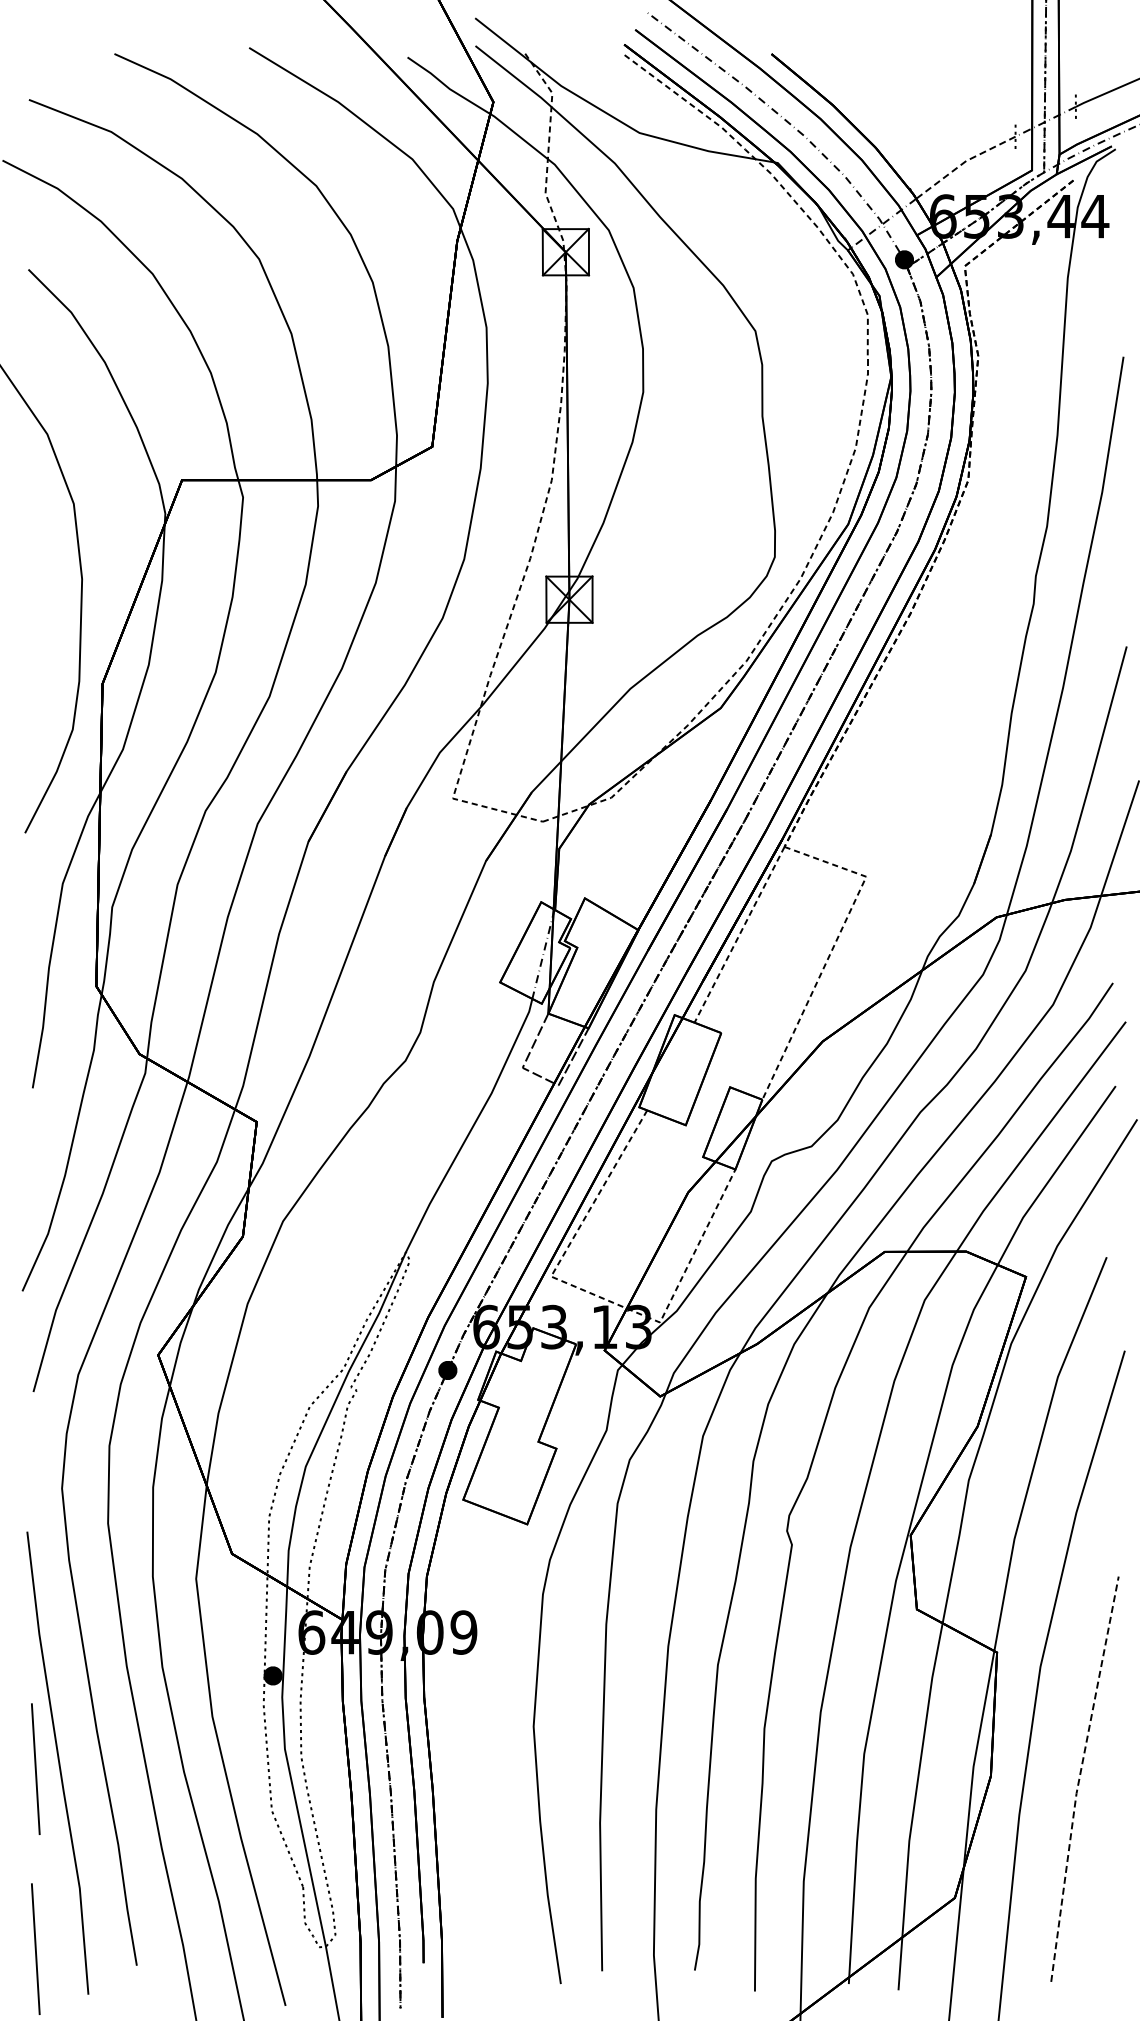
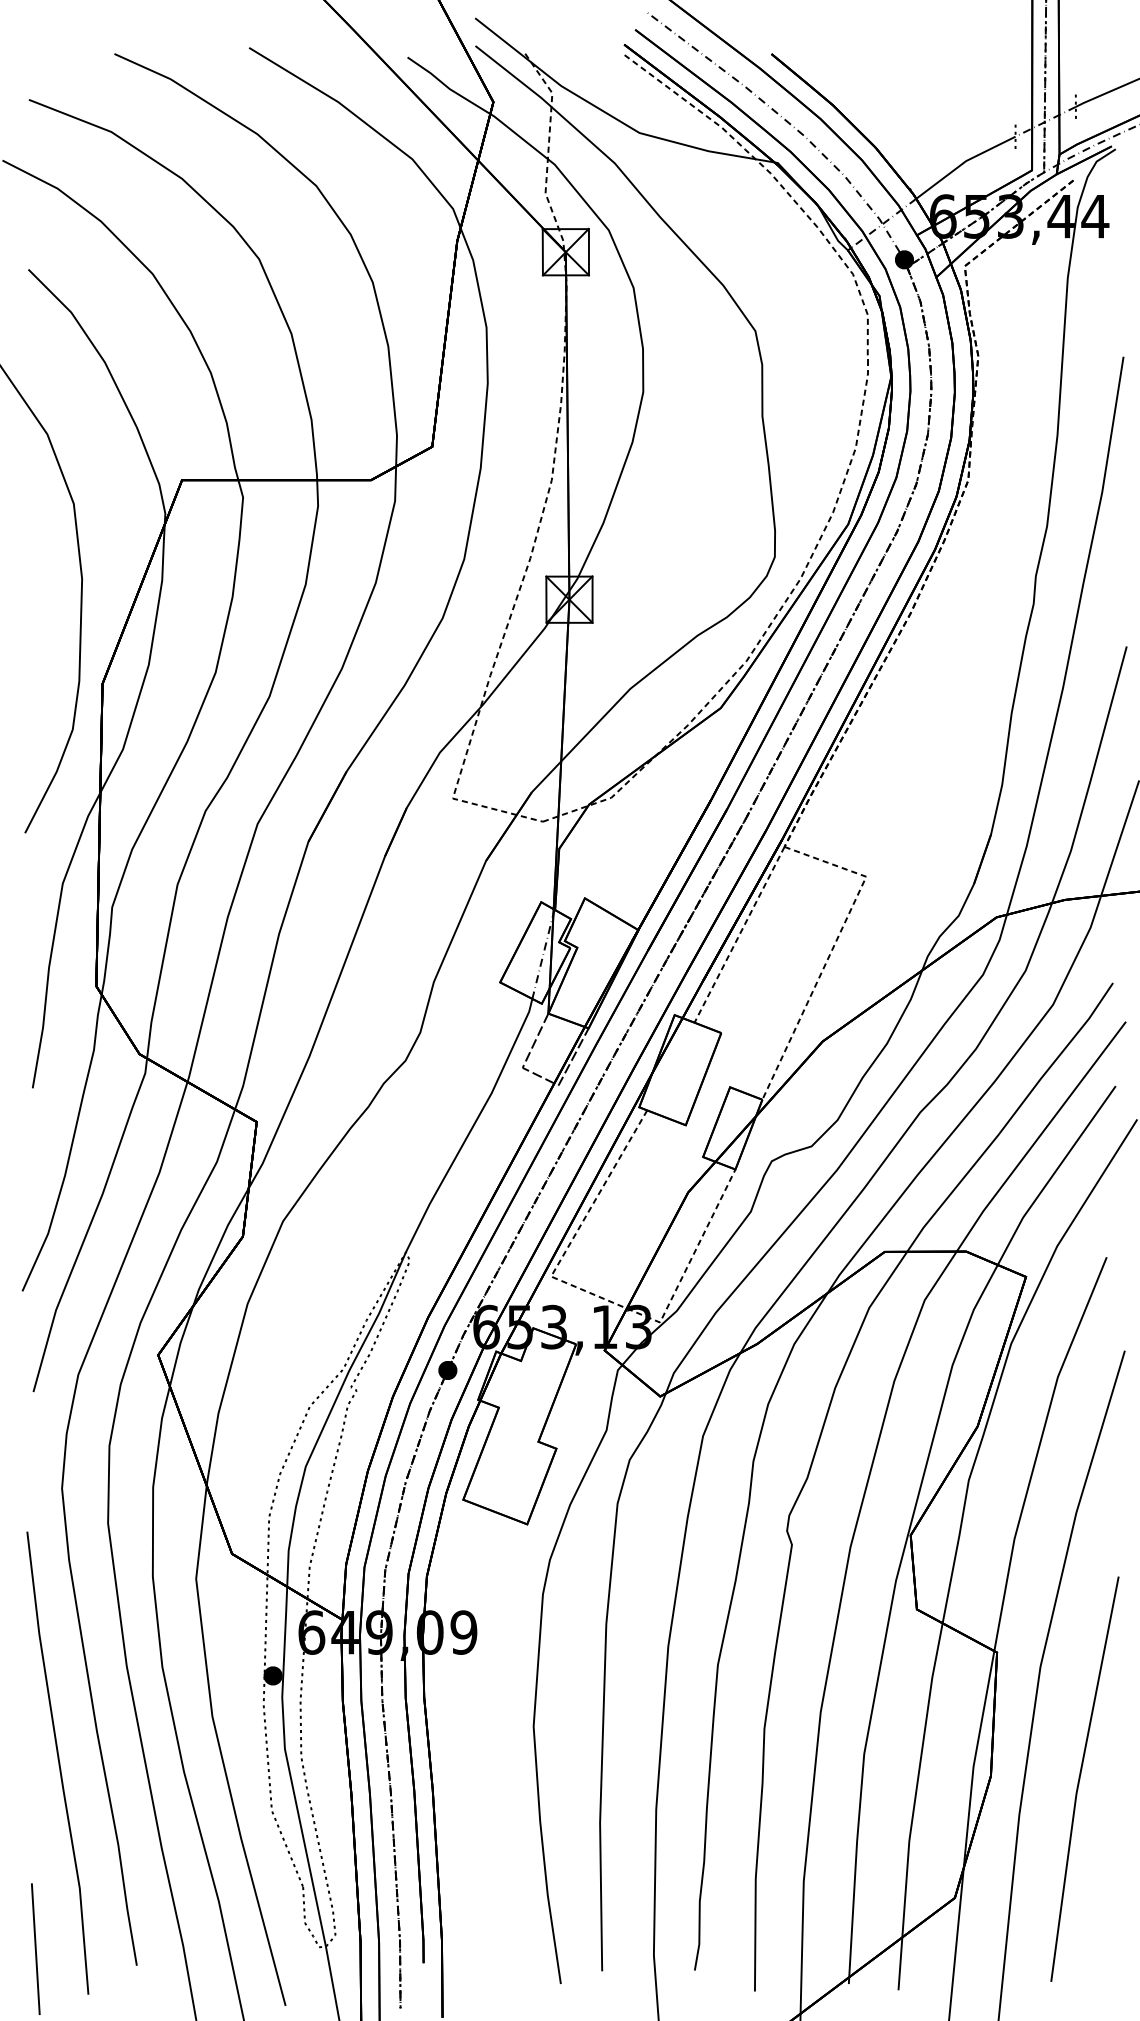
line at (963, 162): dashed -> solid
line at (35, 1768): present -> none
line at (1079, 1778): dashed -> solid
